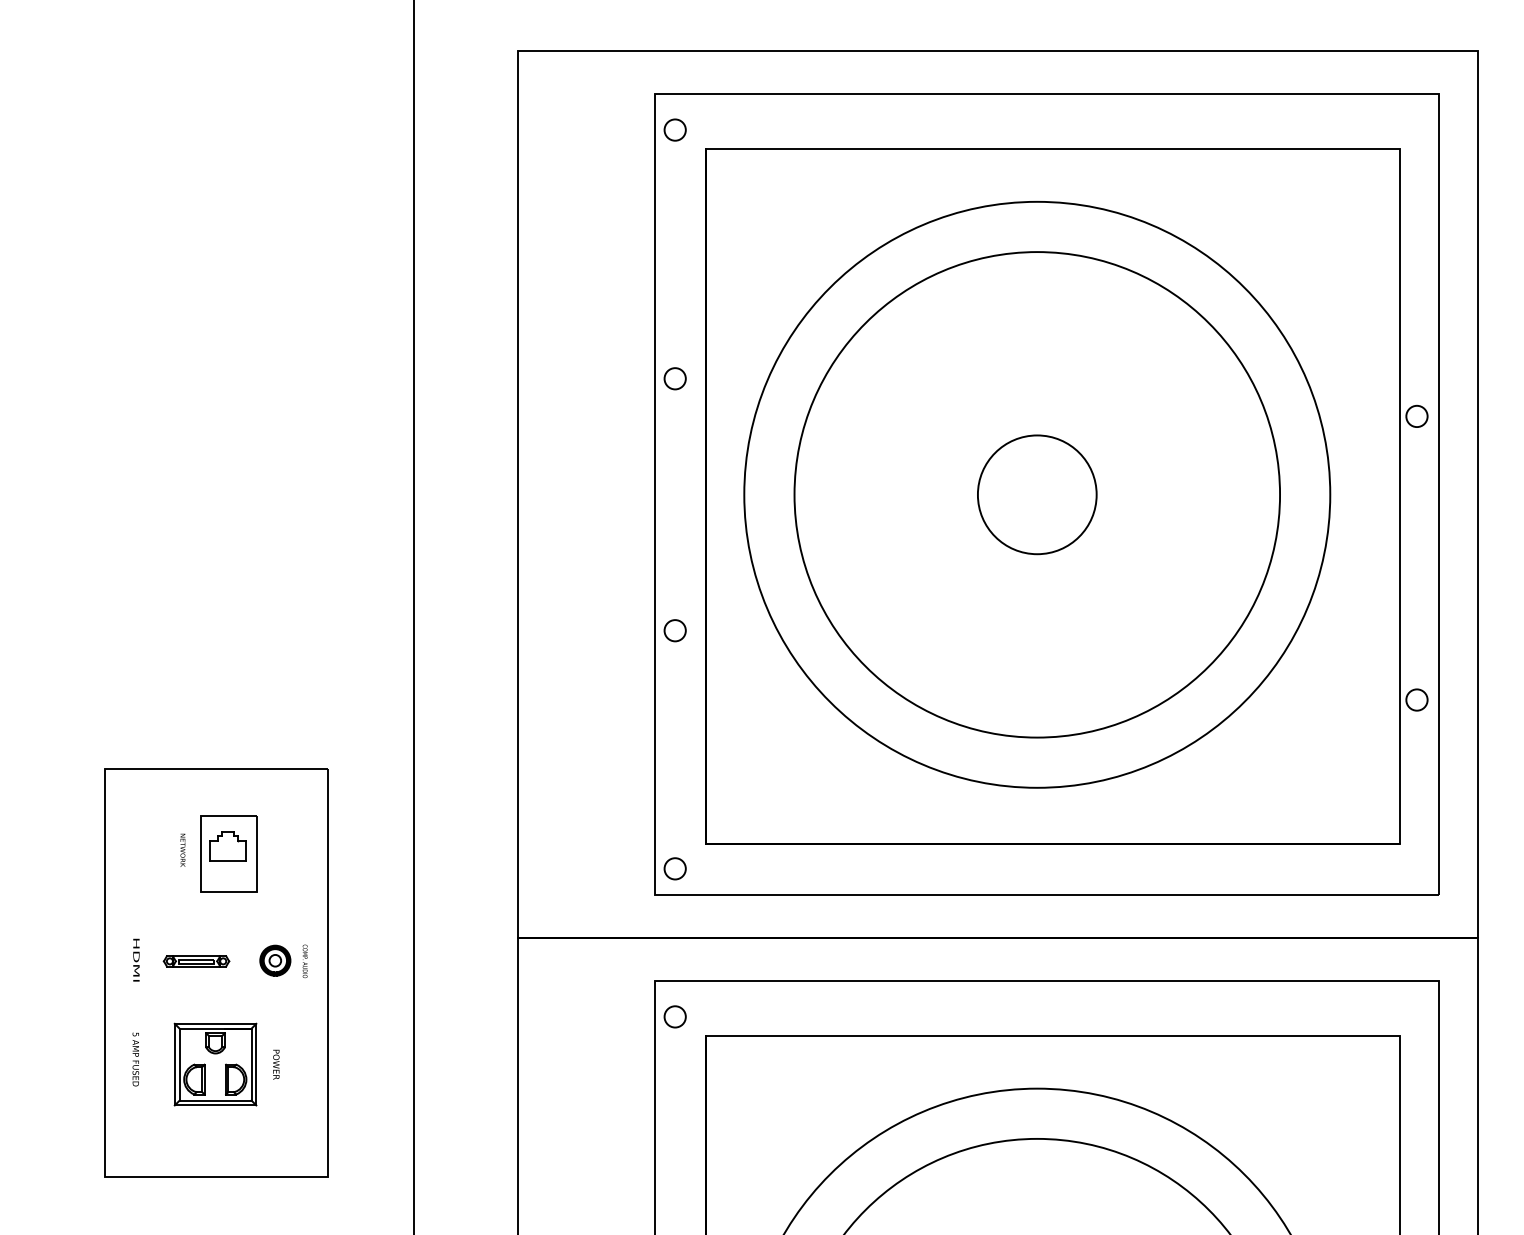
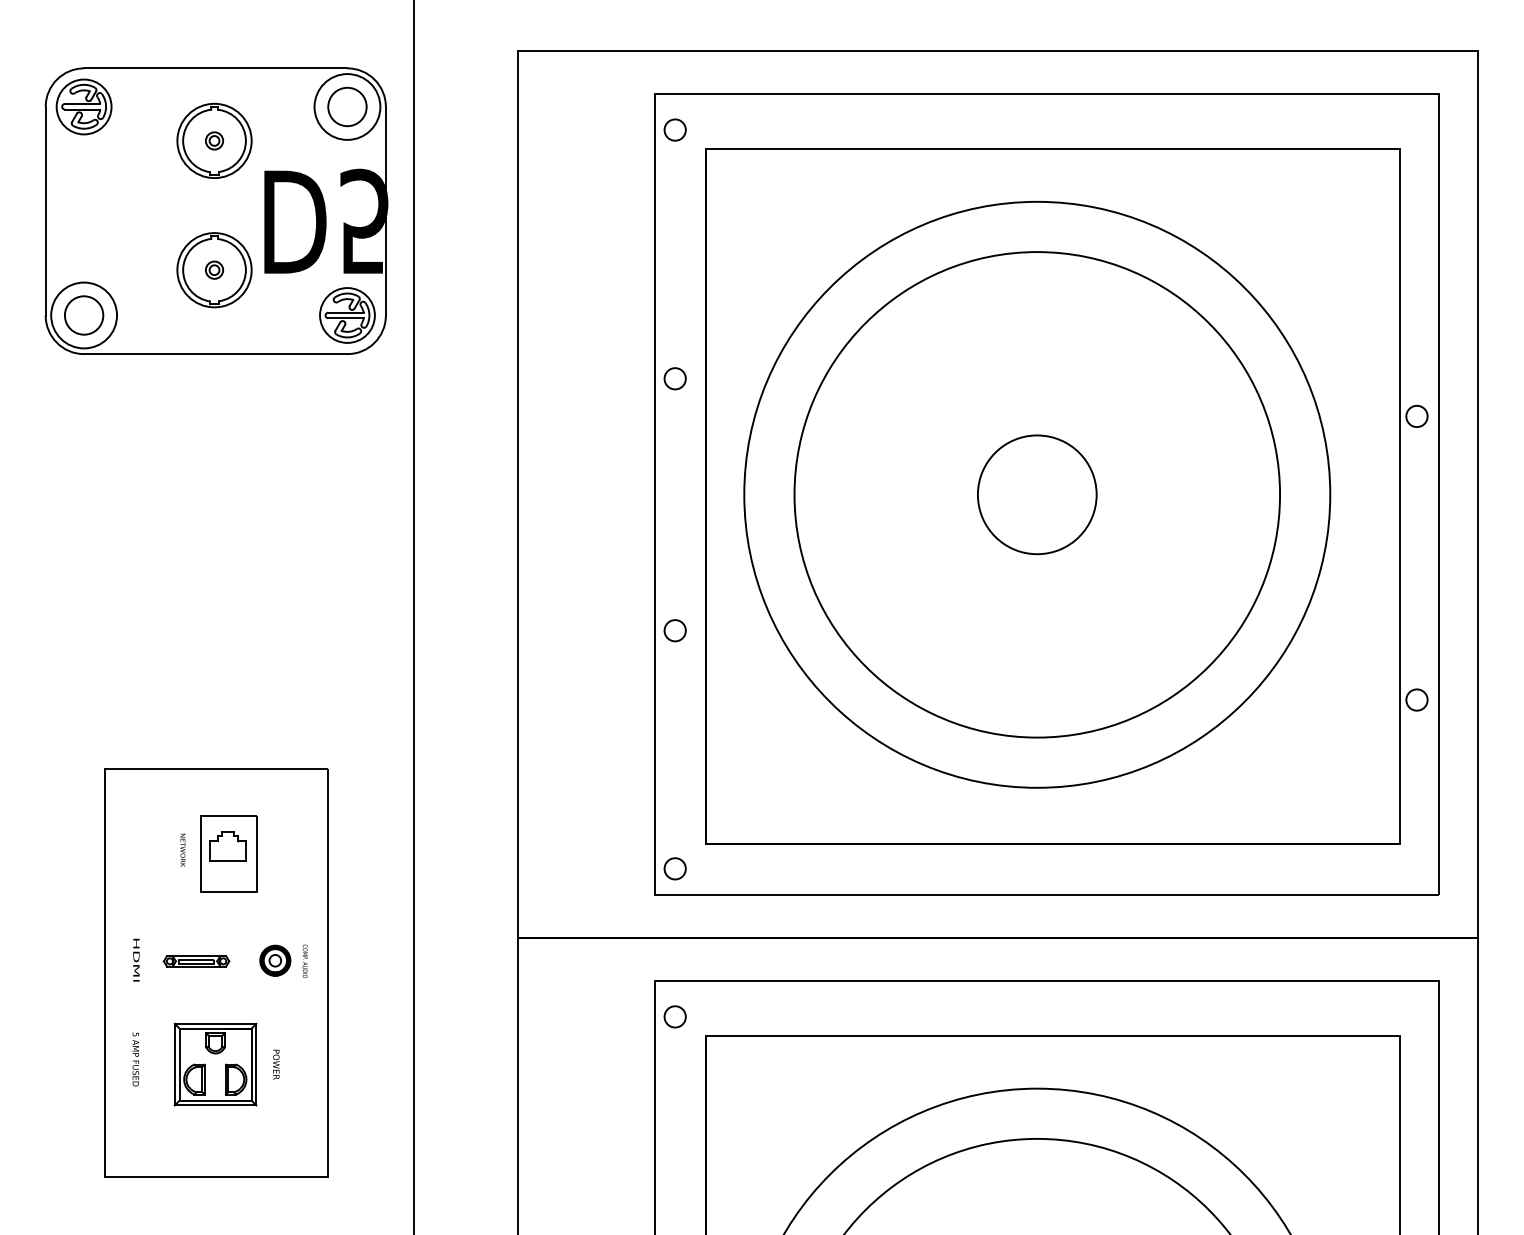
part at (216, 210): none -> present
